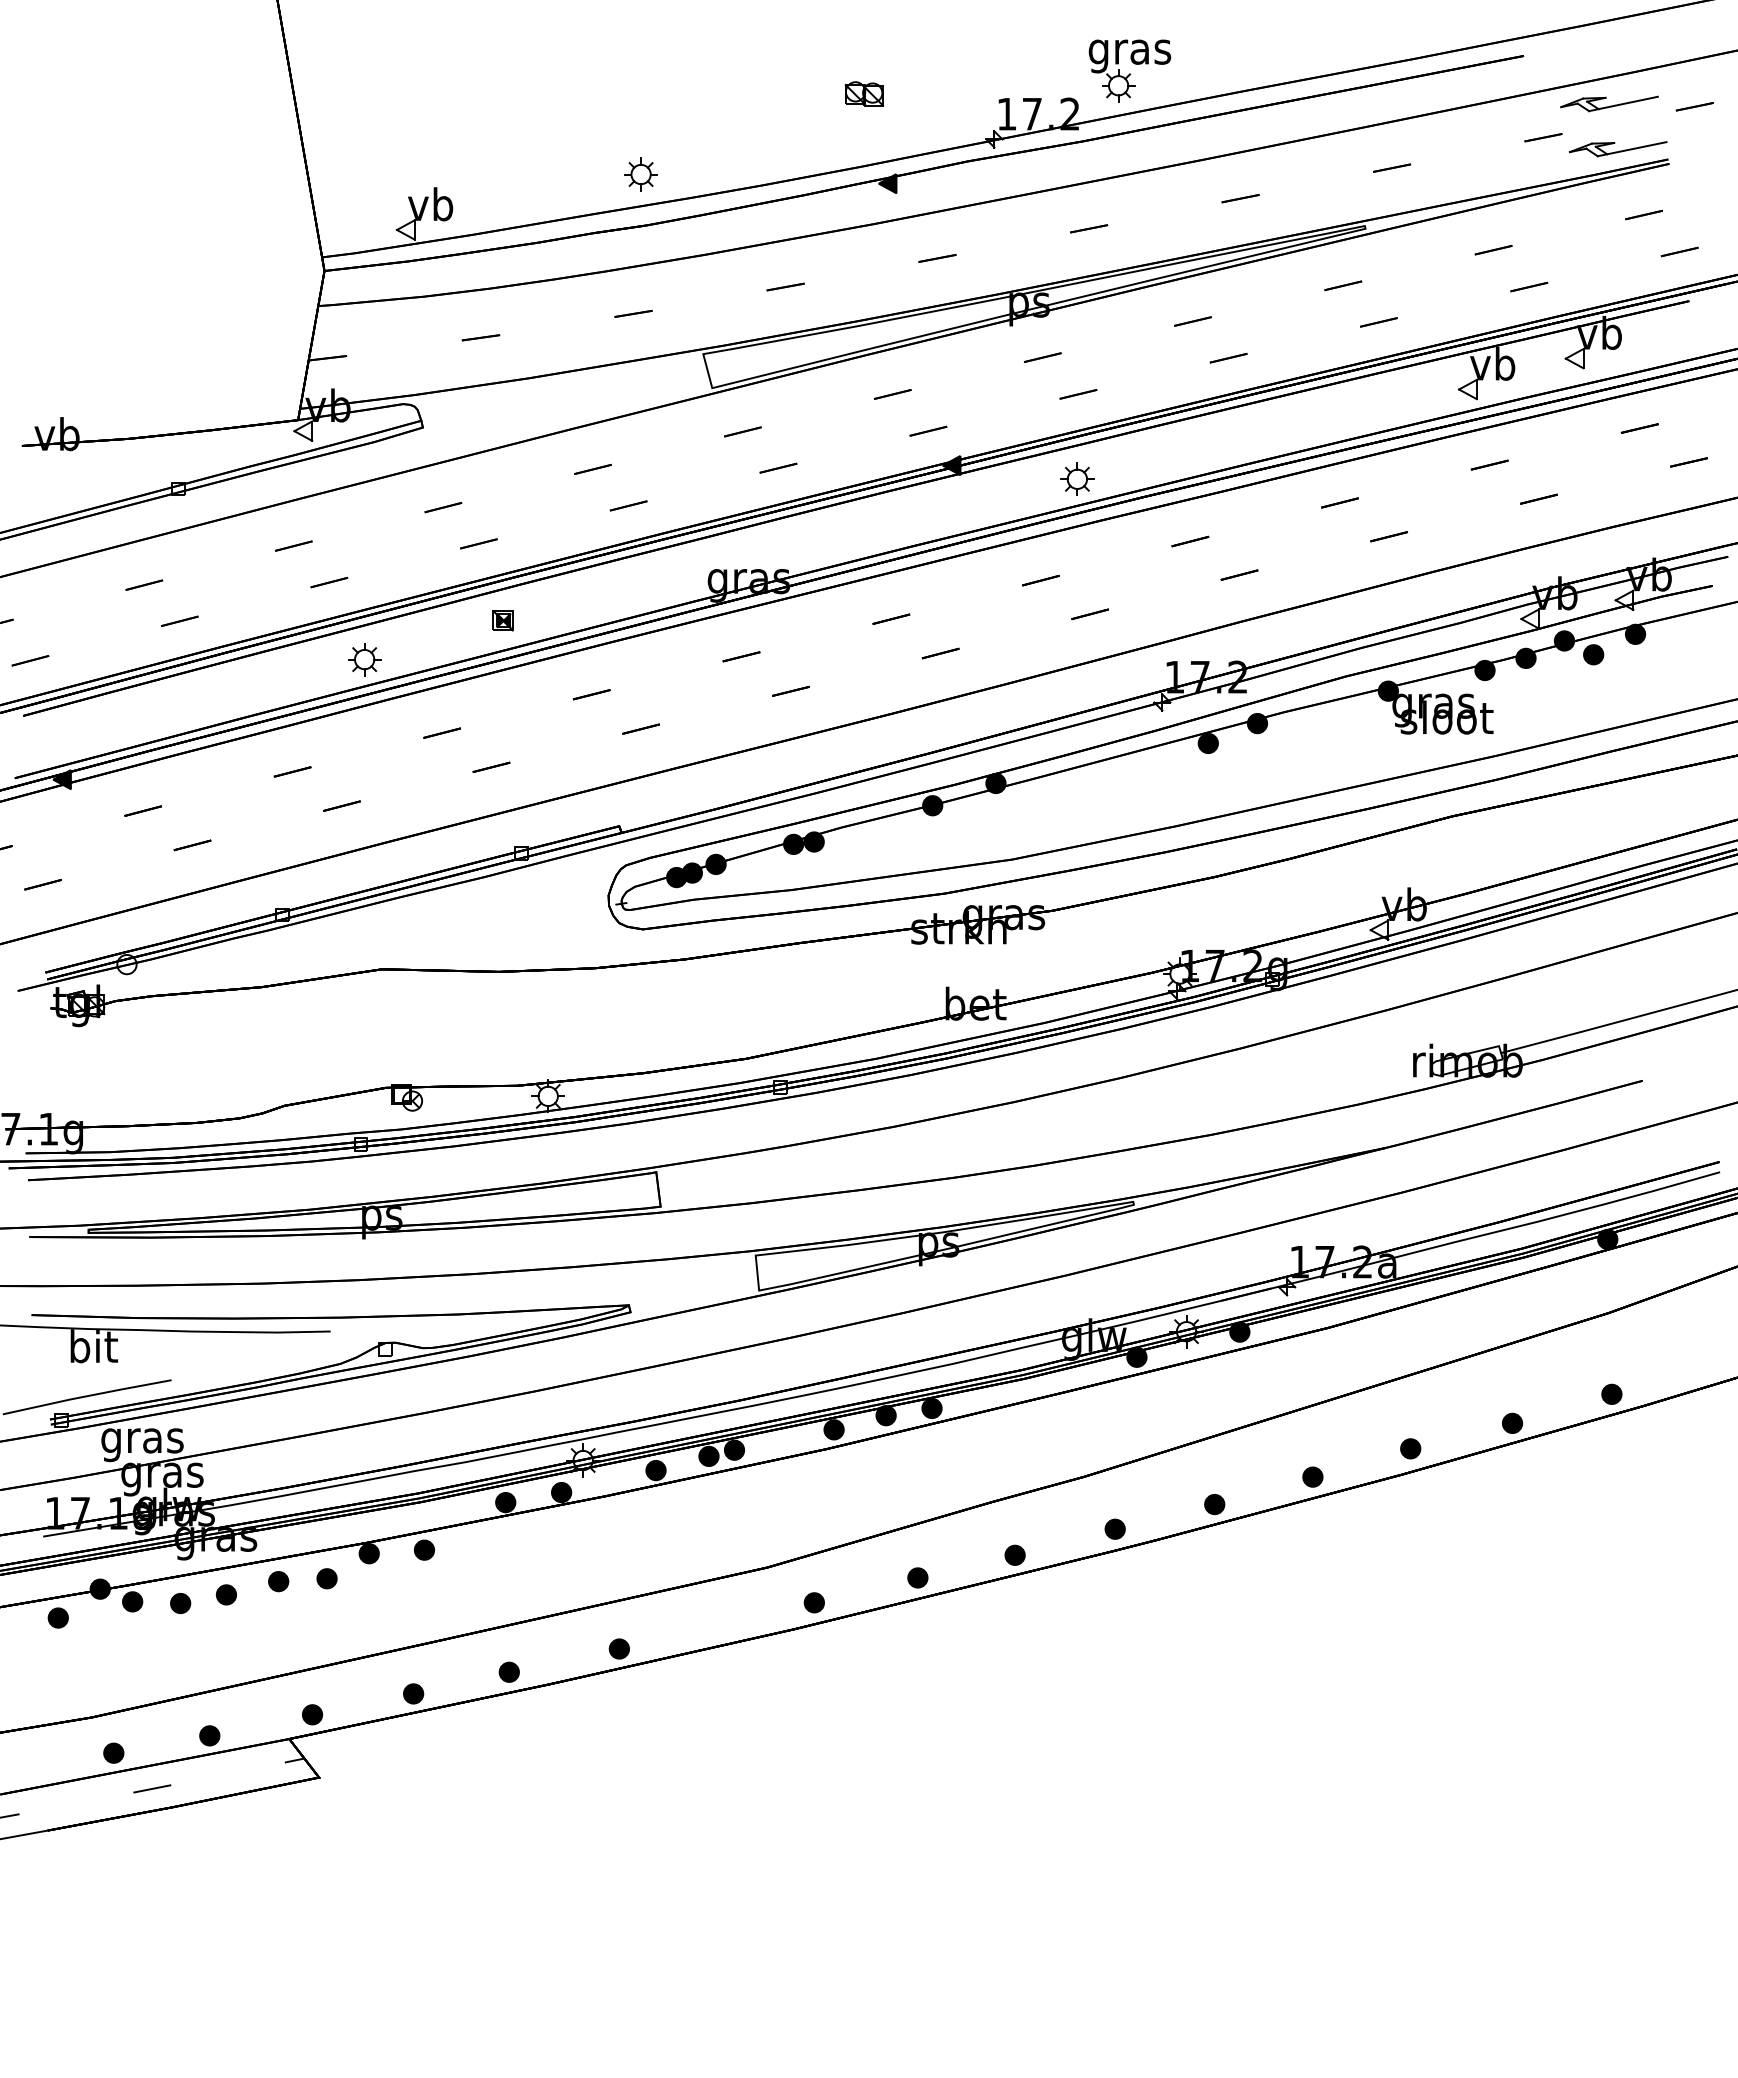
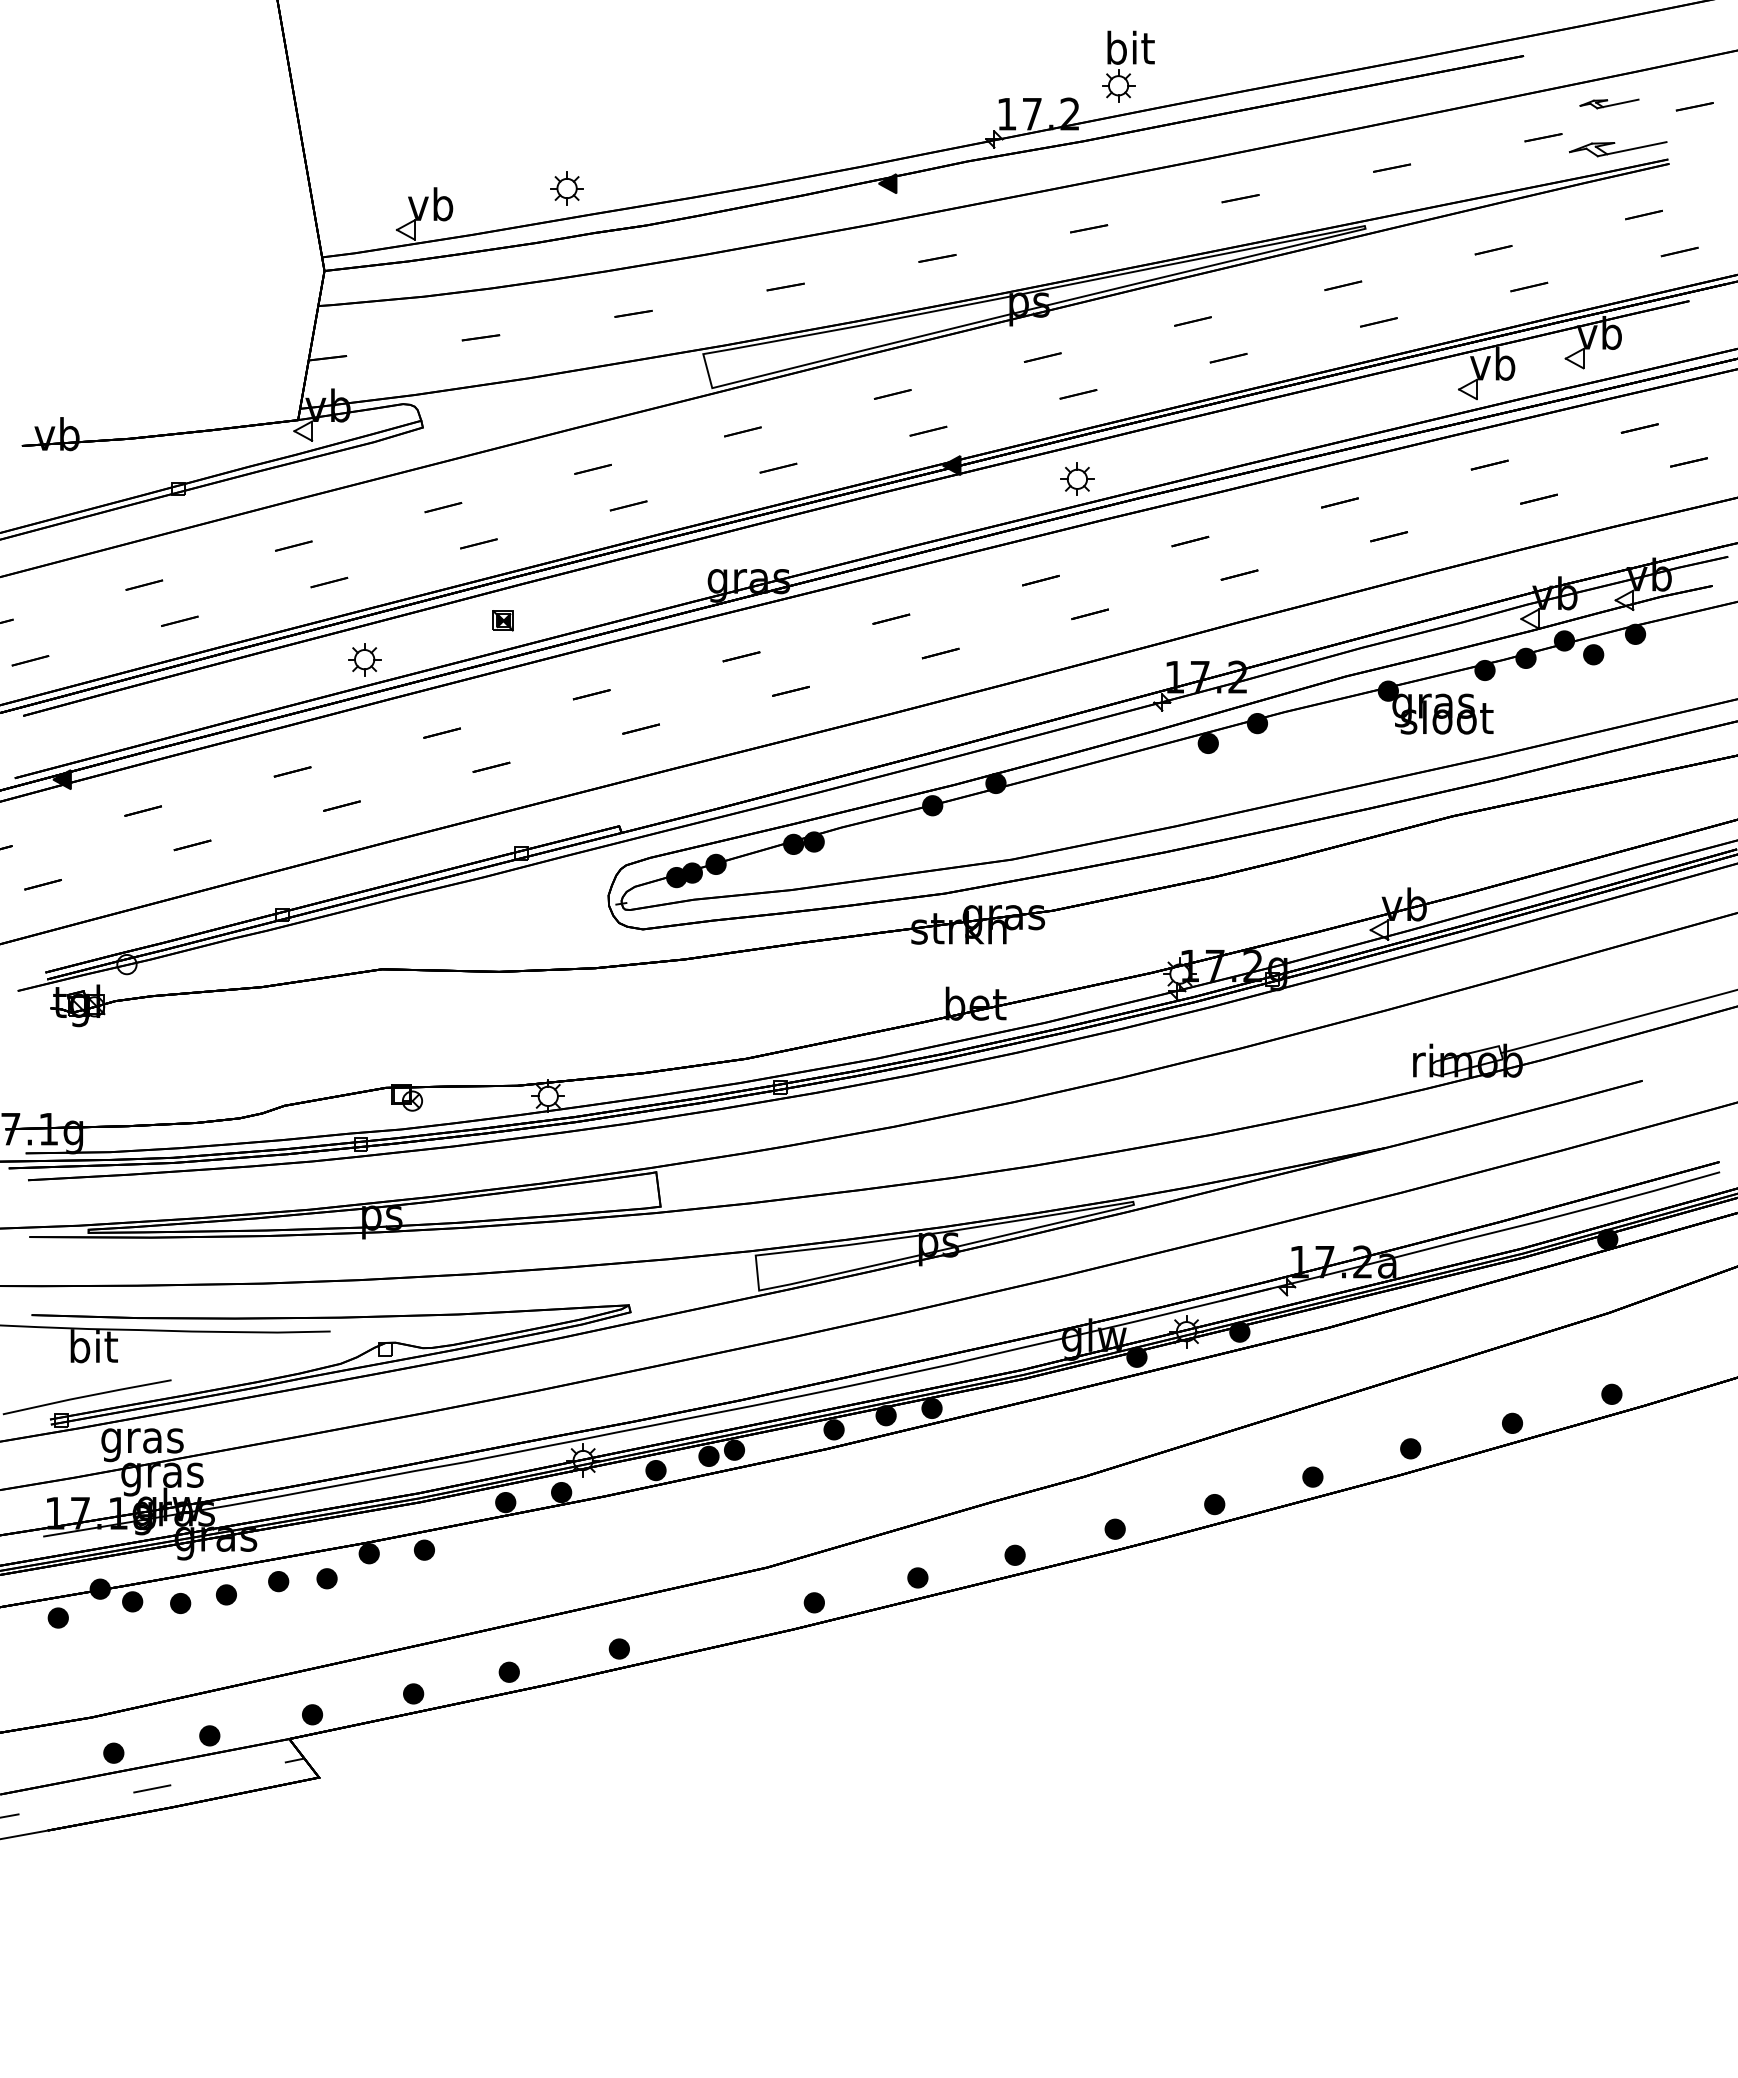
text at (1129, 51): gras -> bit
part at (864, 93): present -> none
part at (1609, 103) size: 99x18 px -> 61x12 px
part at (640, 174) position: (640, 174) -> (566, 188)
